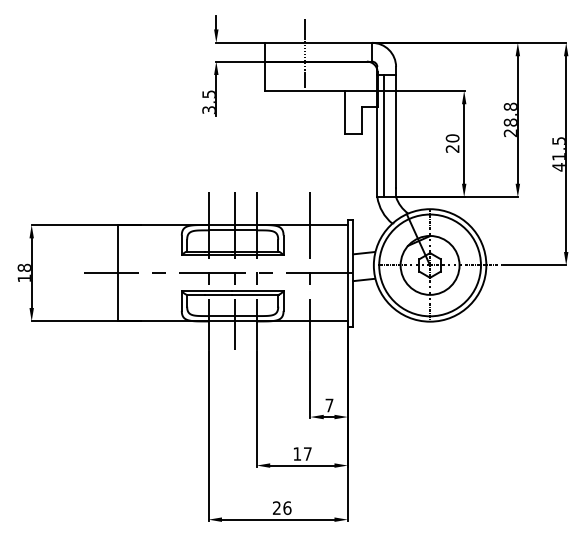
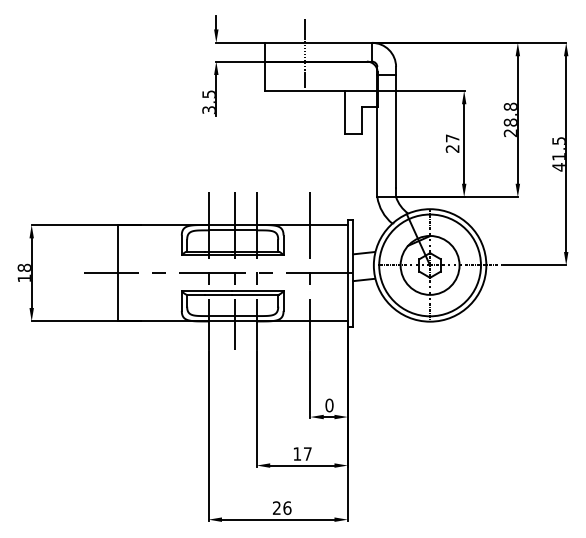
line at (384, 136): present -> none
text at (452, 138): 20 -> 27
text at (329, 405): 7 -> 0
